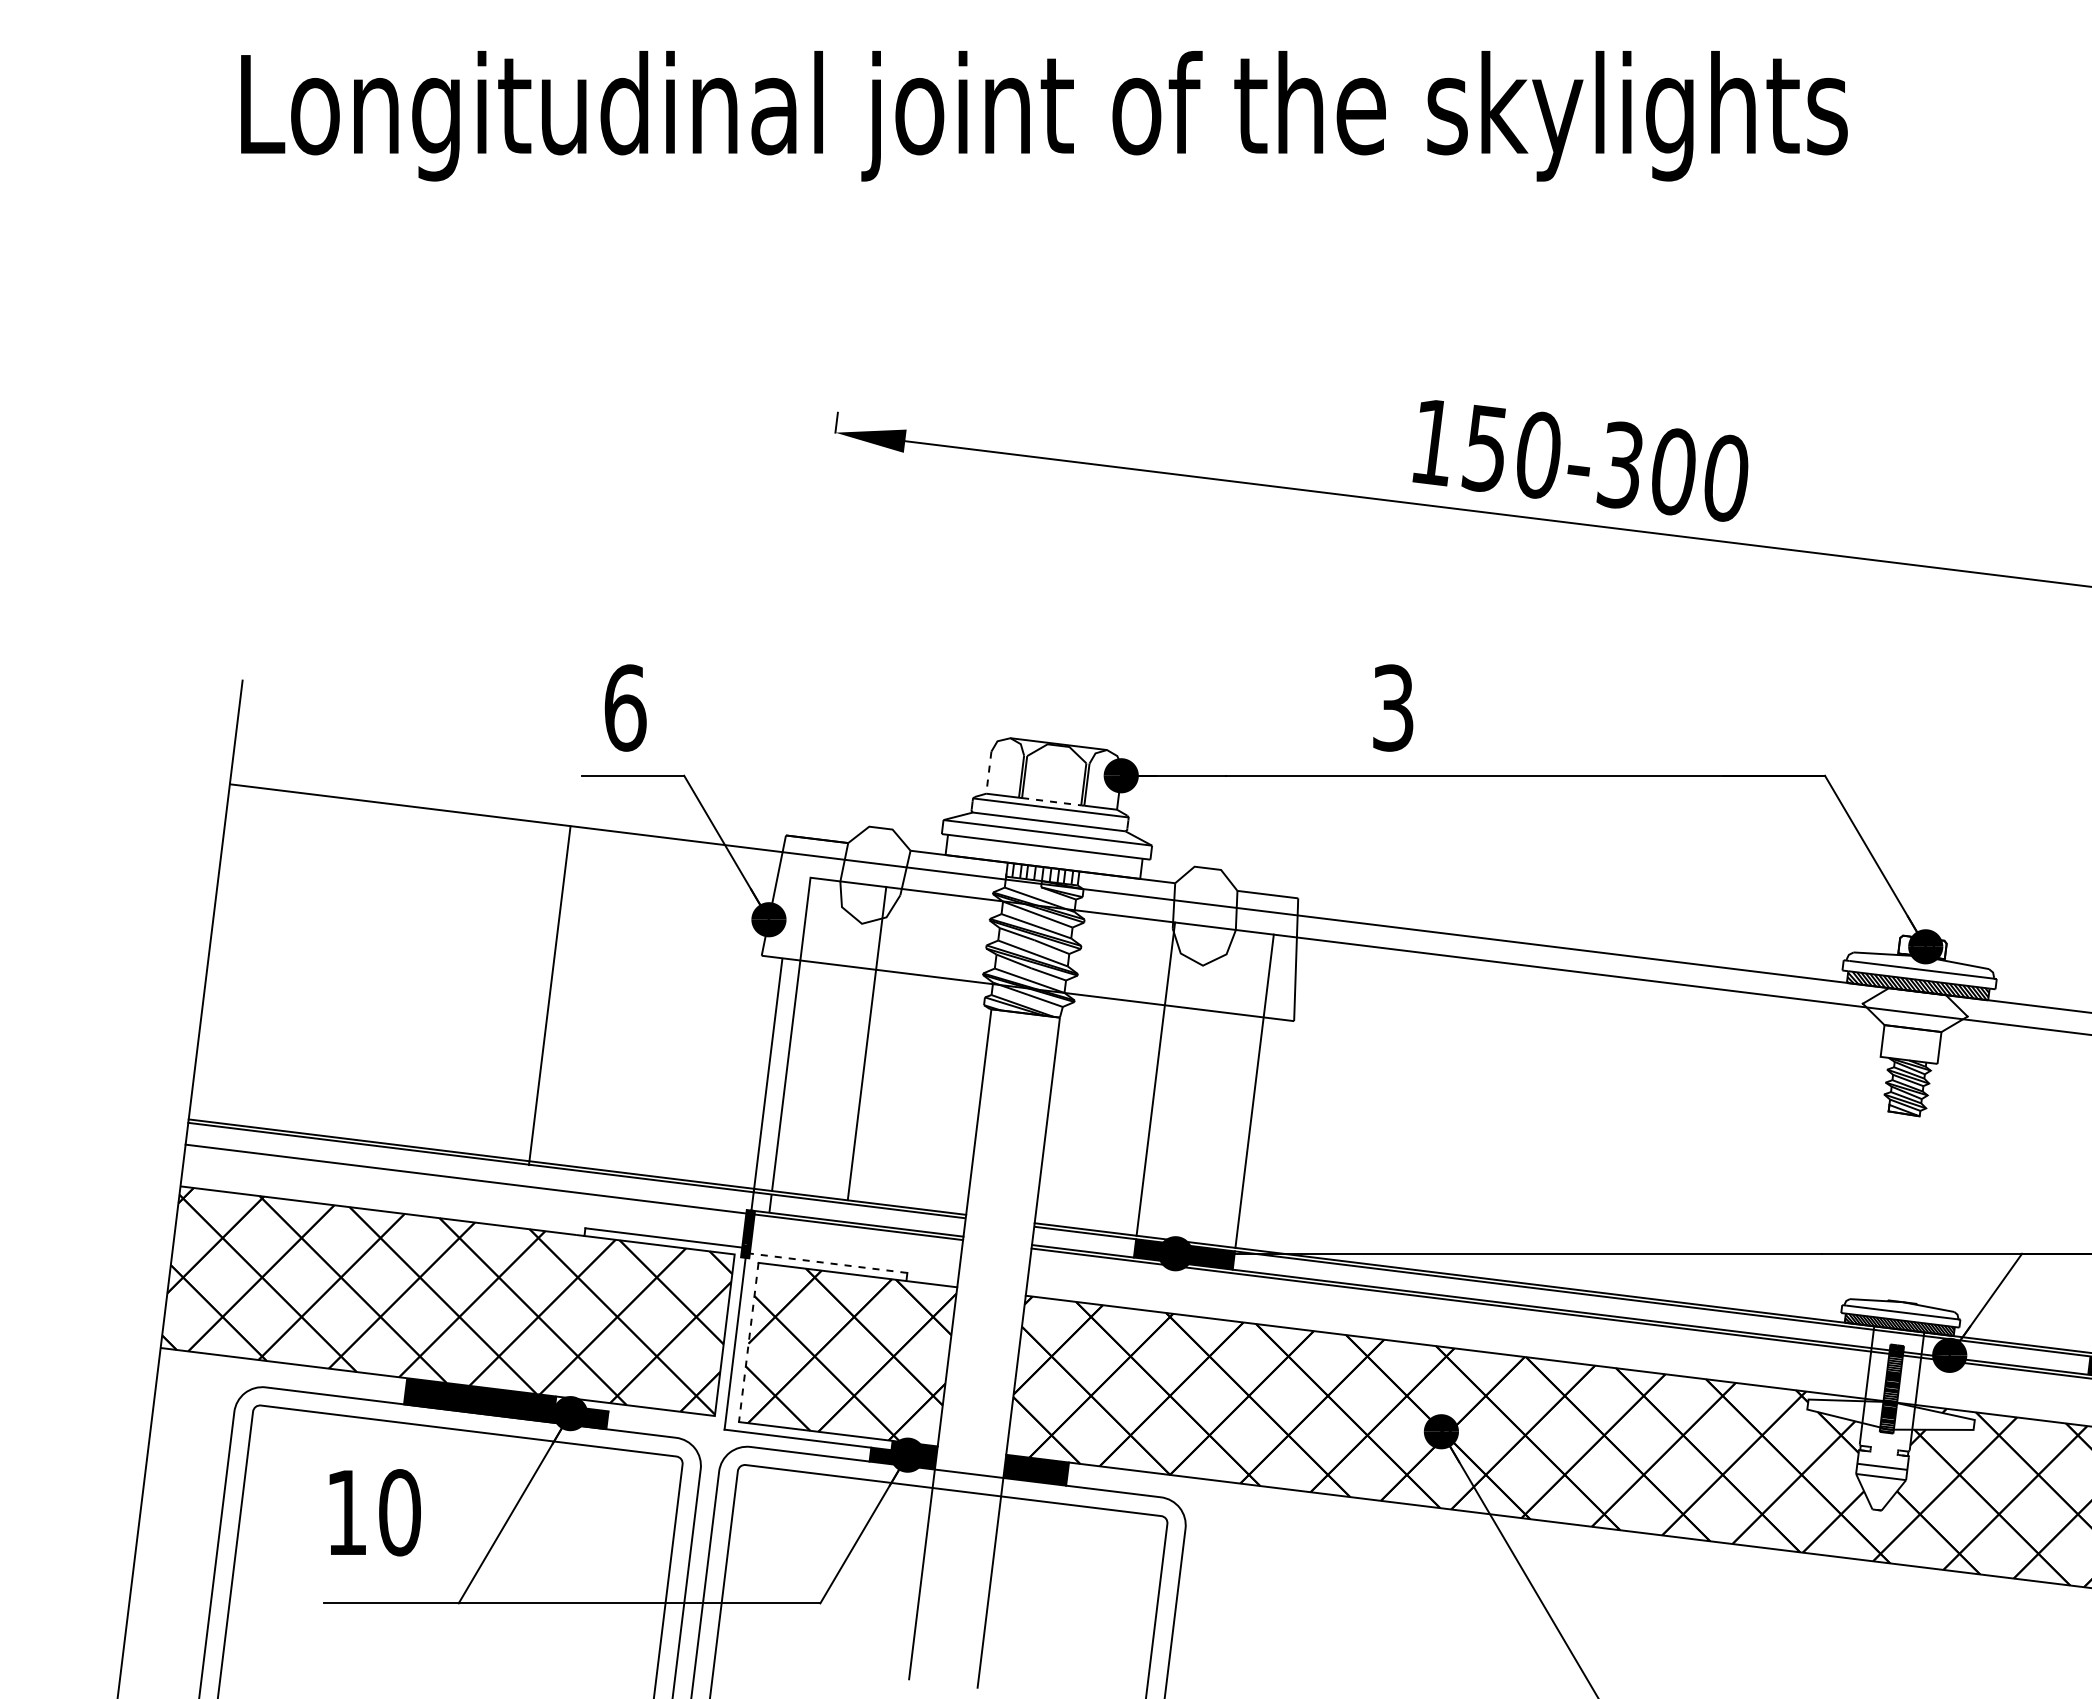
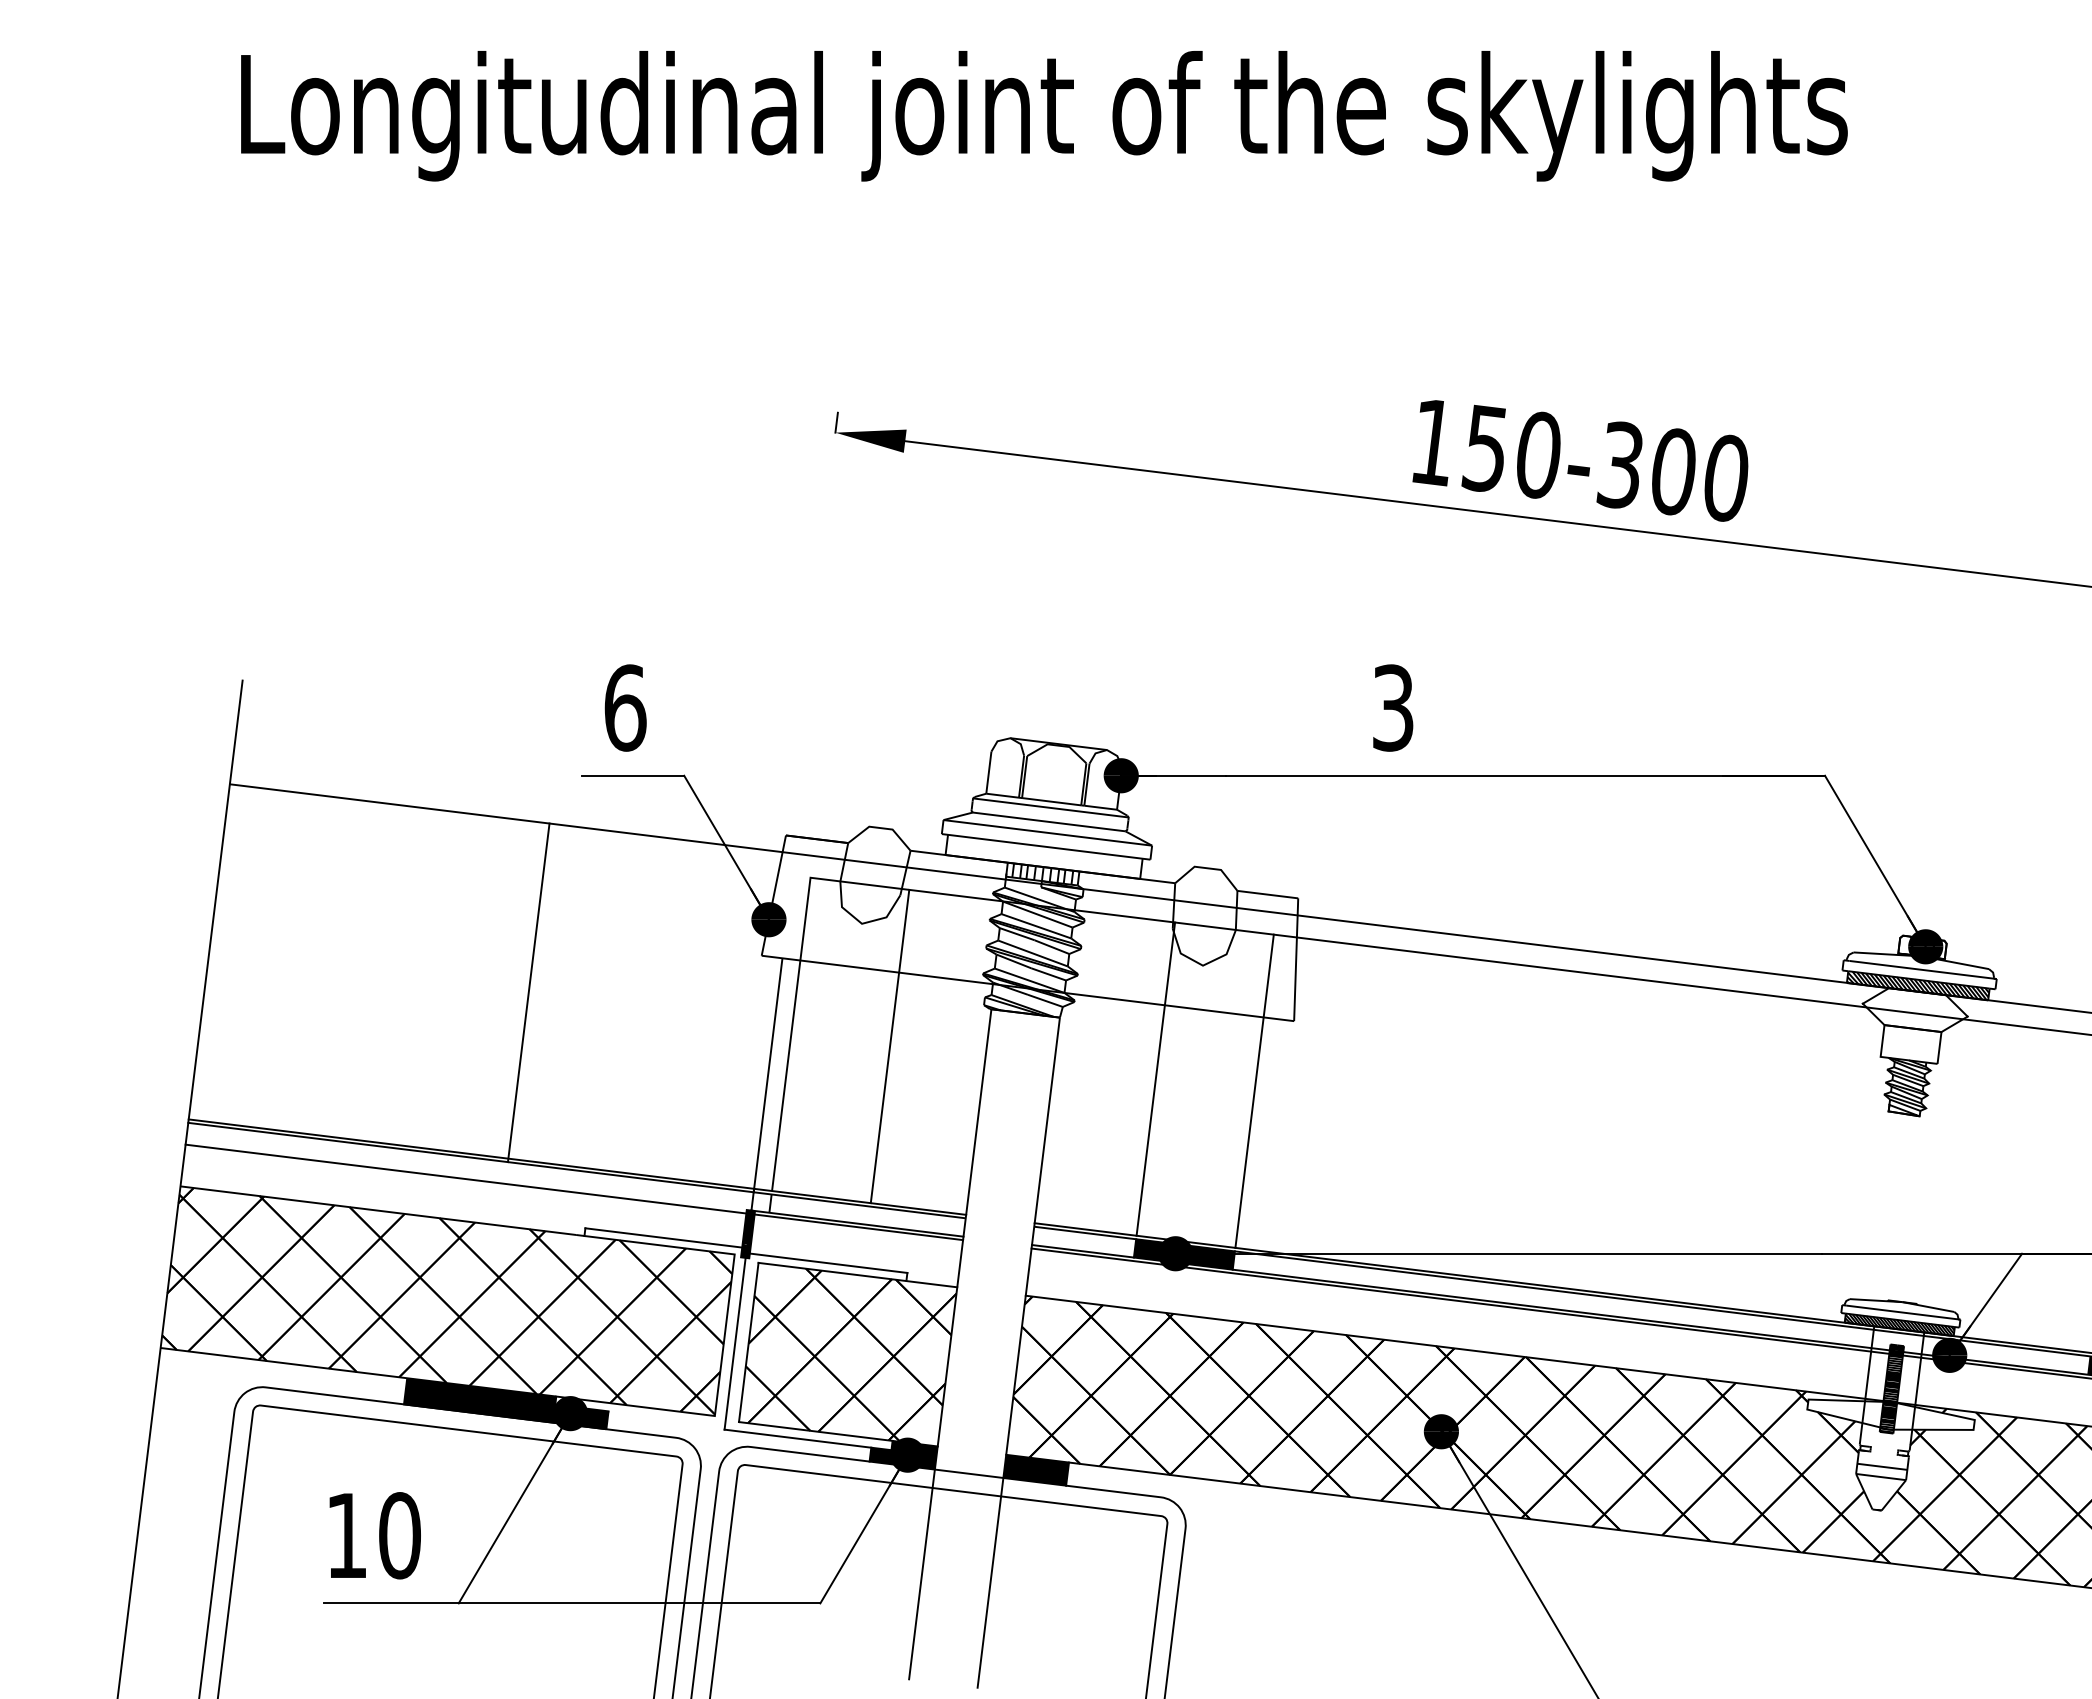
line at (988, 773): dashed -> solid
line at (1051, 801): dashed -> solid
line at (549, 995) position: (549, 995) -> (528, 992)
line at (866, 1043) position: (866, 1043) -> (889, 1046)
line at (826, 1262): dashed -> solid
line at (748, 1342): dashed -> solid
text at (374, 1512) position: (374, 1512) -> (374, 1535)
